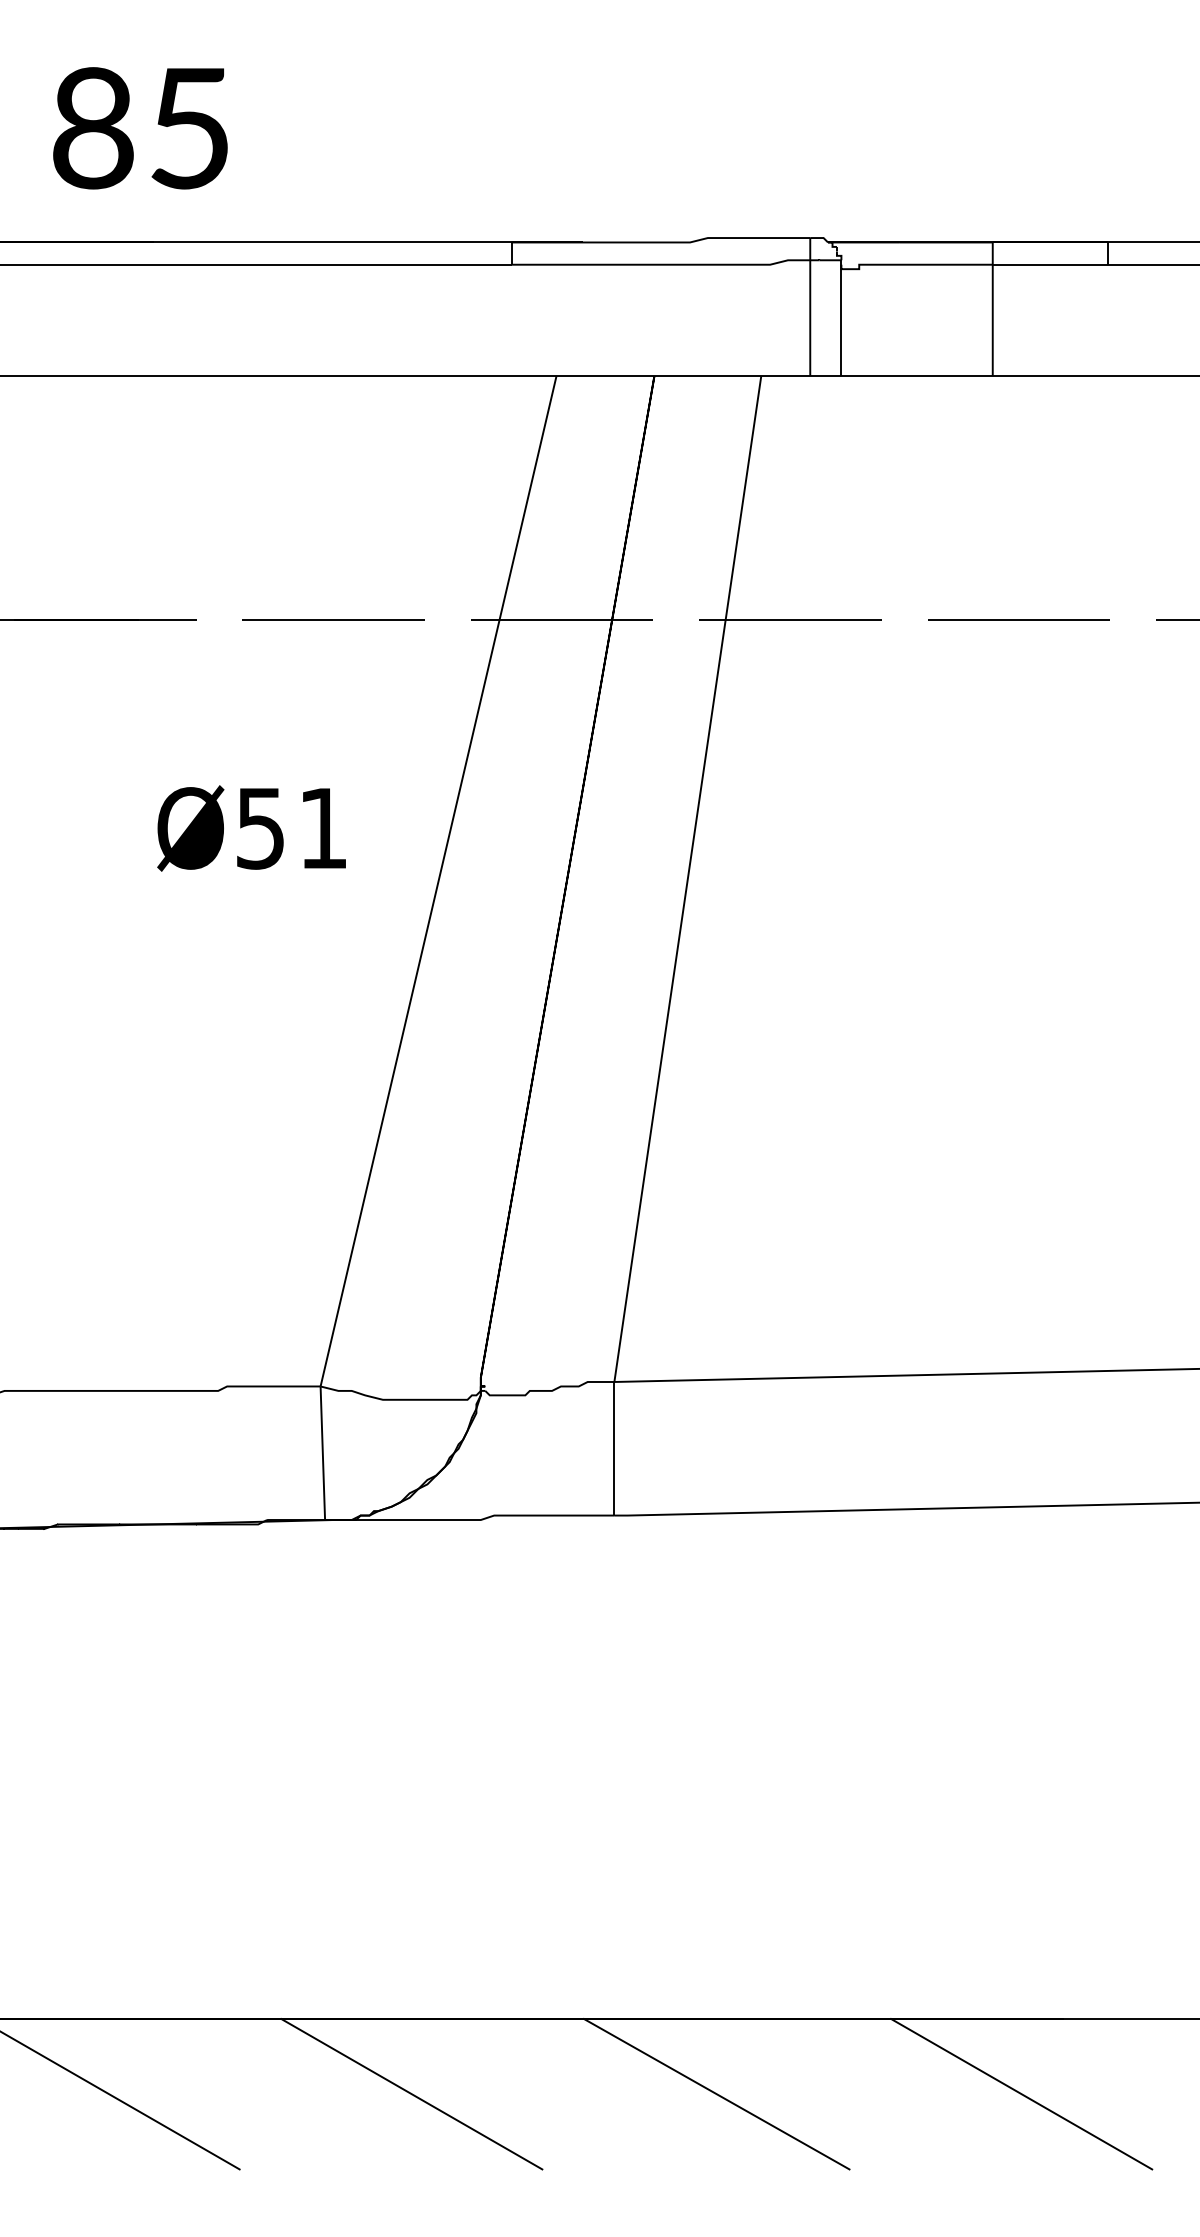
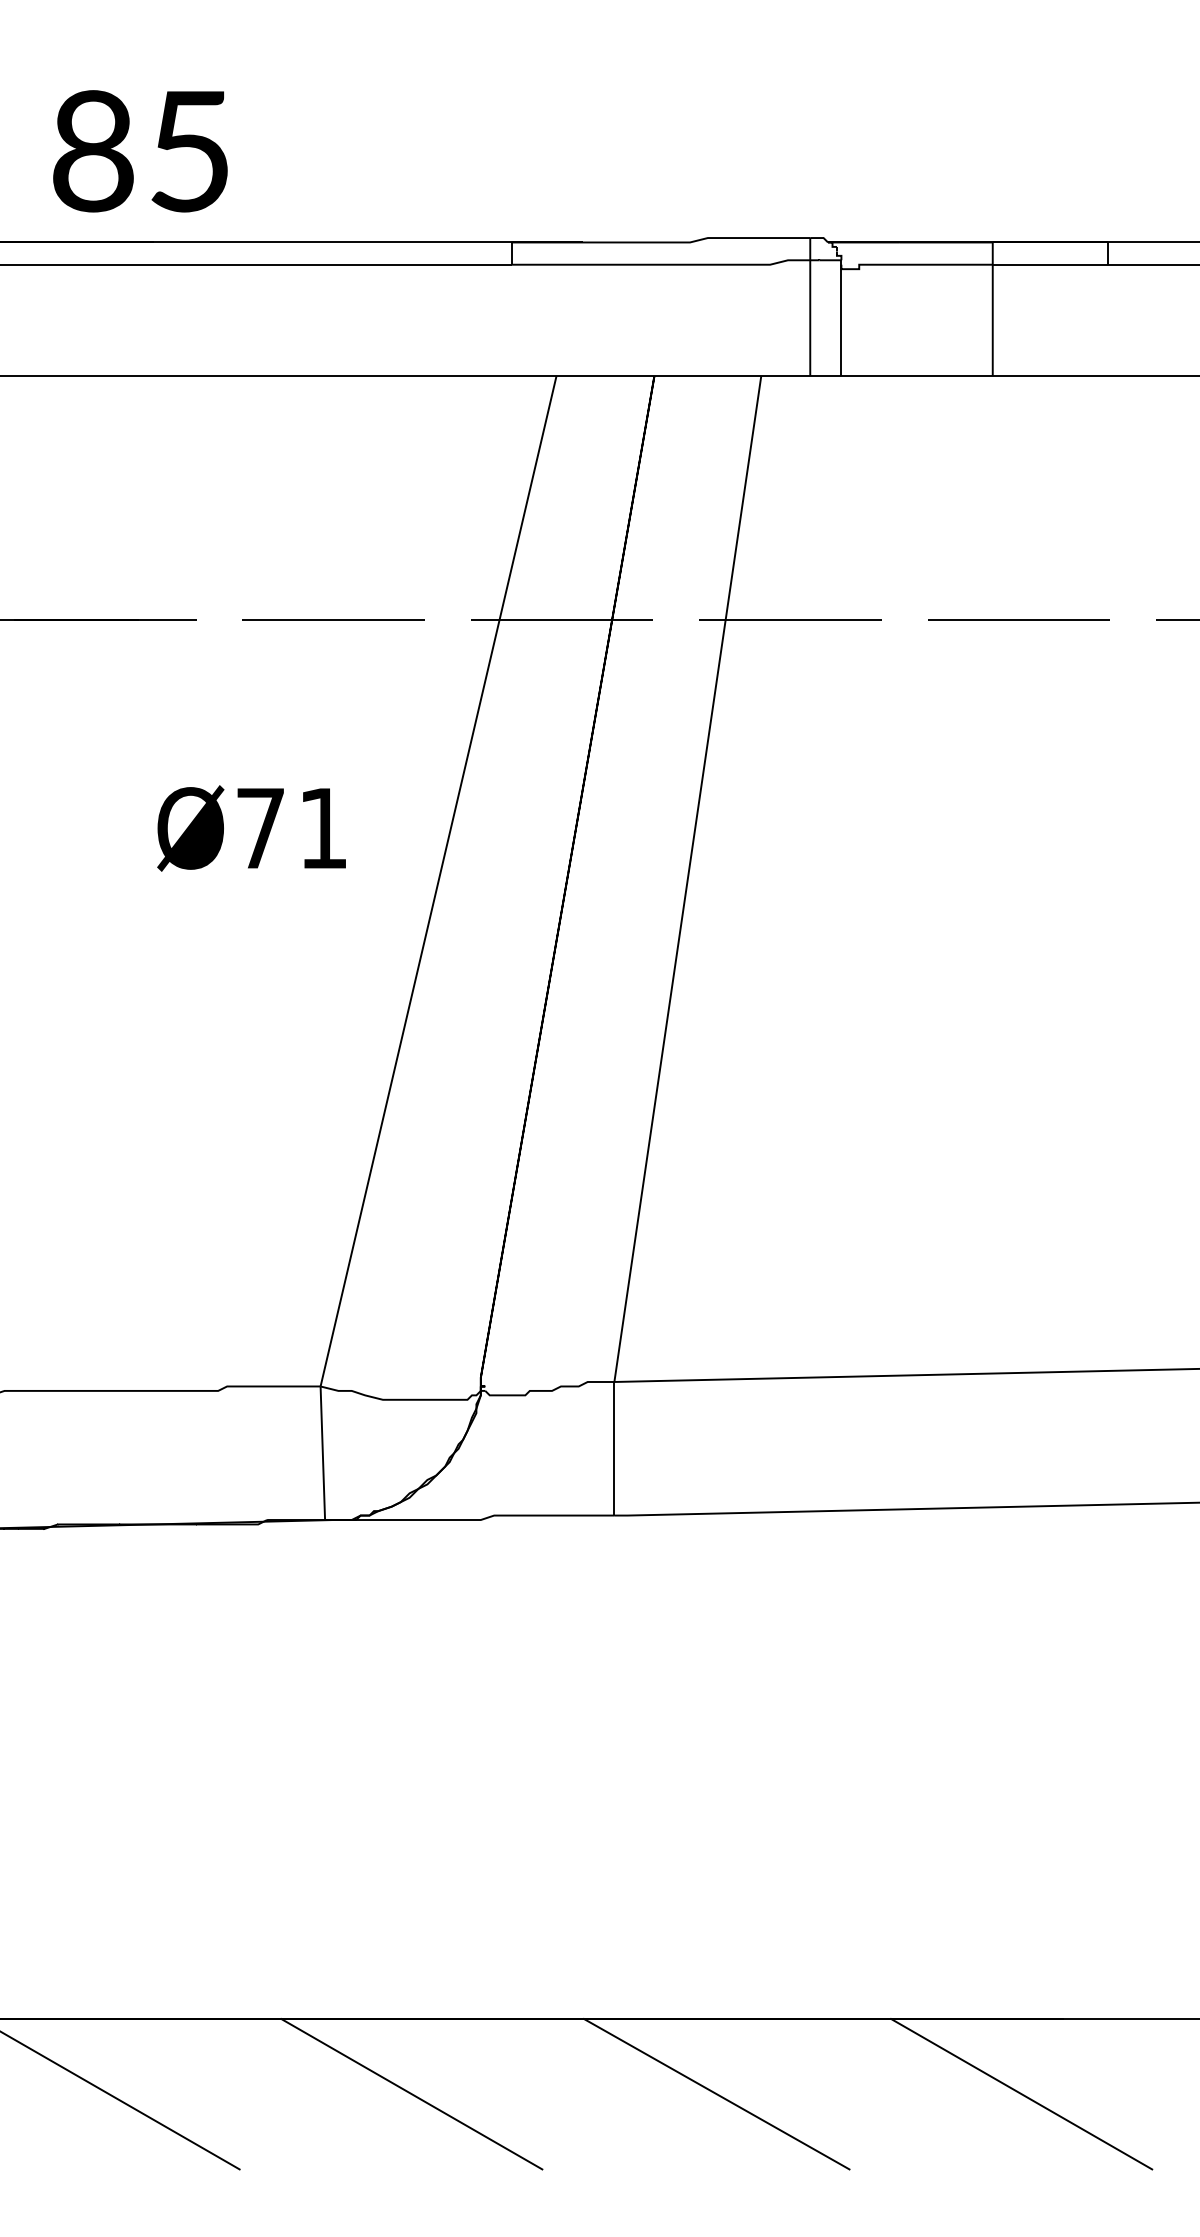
text at (140, 128) position: (140, 128) -> (140, 151)
text at (260, 828): Ø51 -> Ø71
